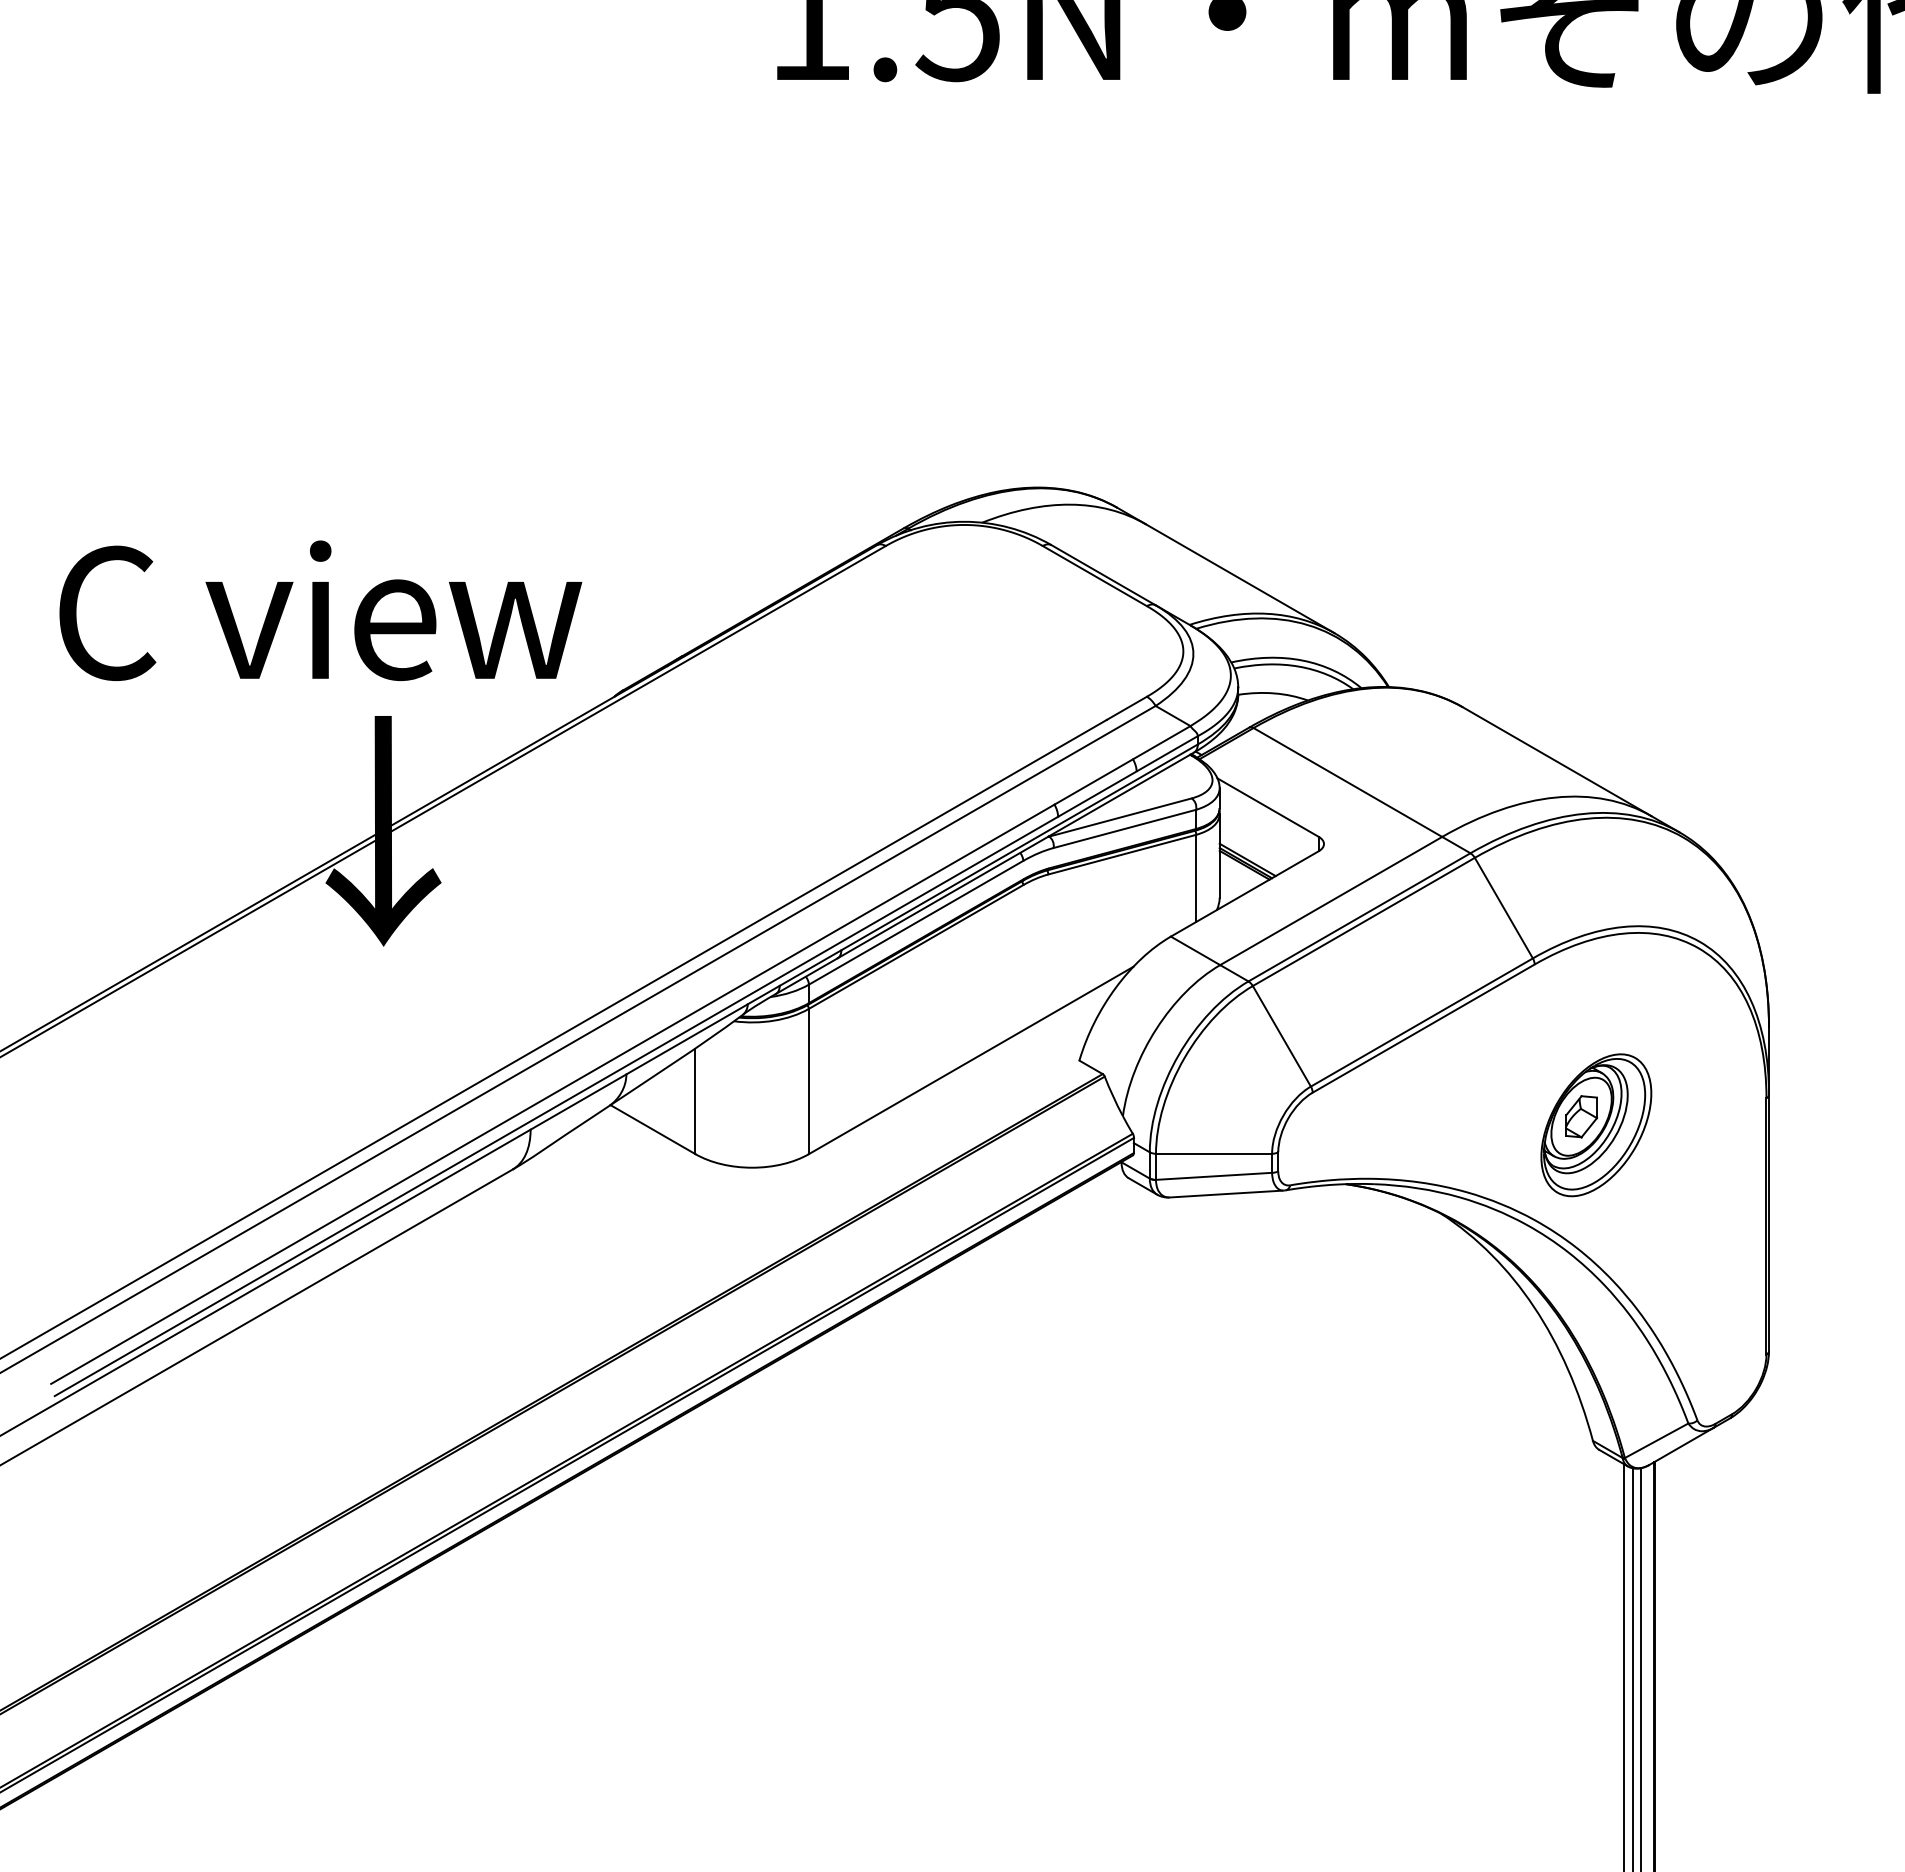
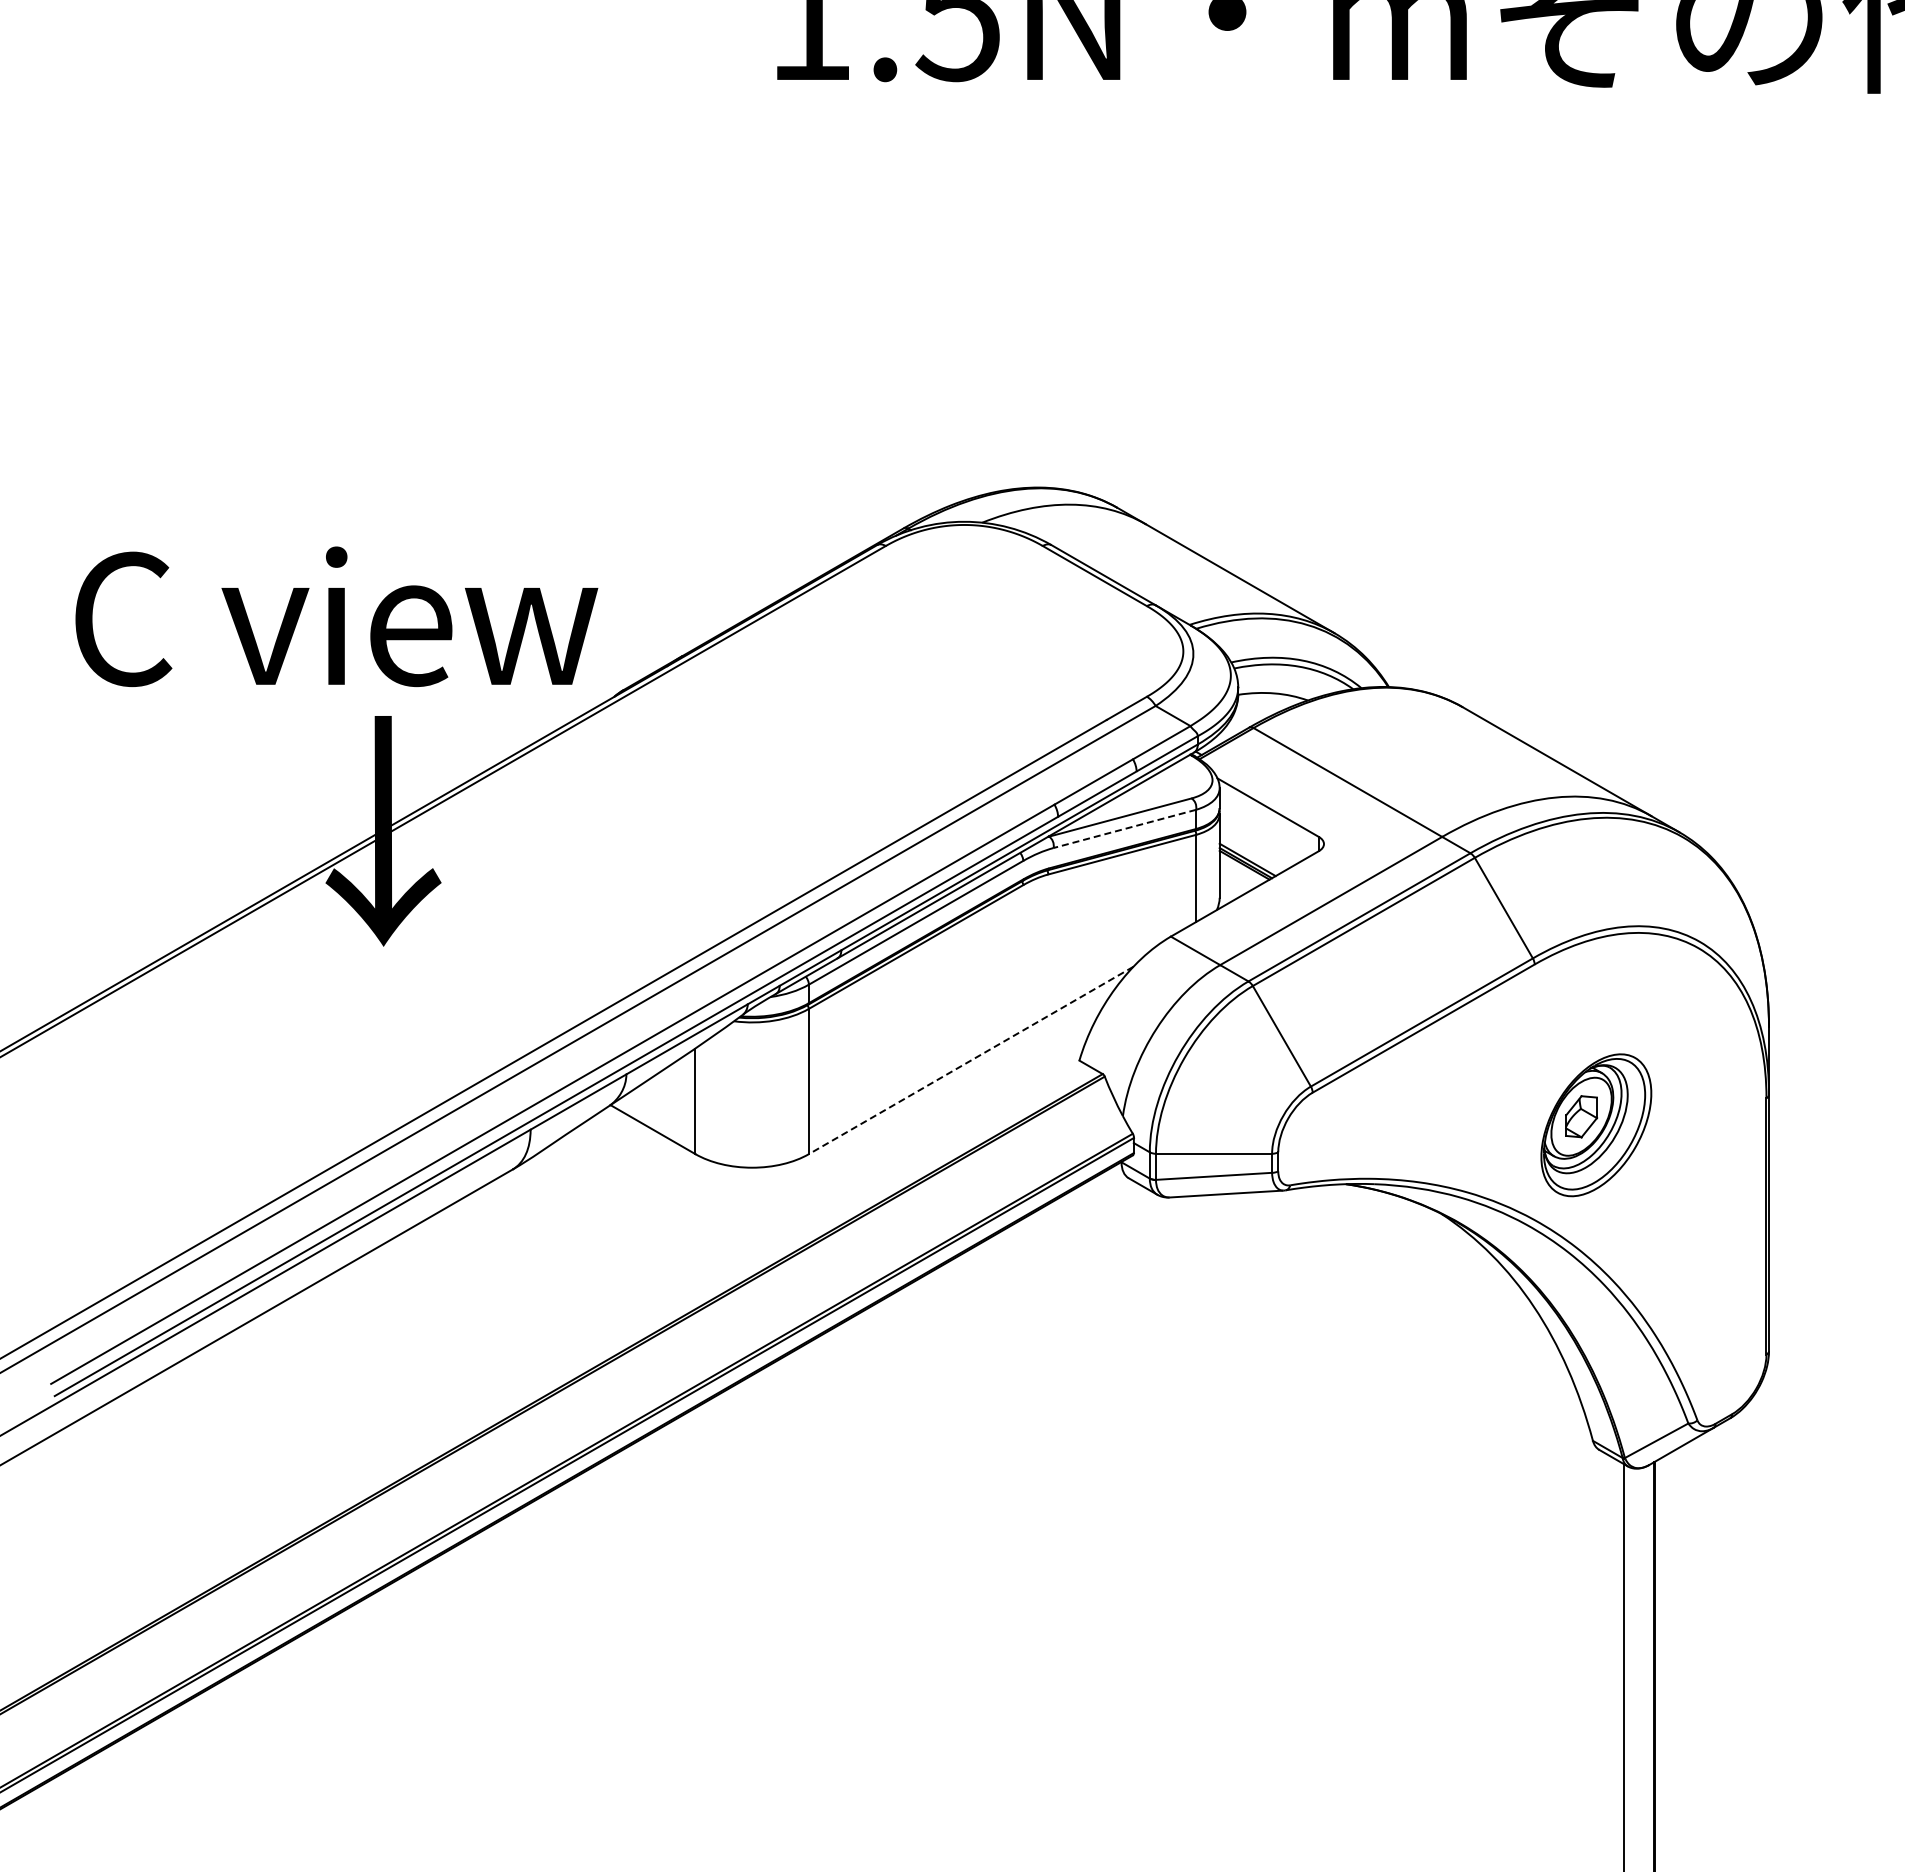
text at (320, 610) position: (320, 610) -> (336, 616)
line at (1124, 828): solid -> dashed
line at (970, 1060): solid -> dashed
line at (1633, 1668): present -> none
line at (1640, 1668): present -> none
